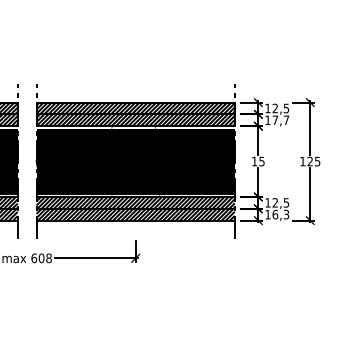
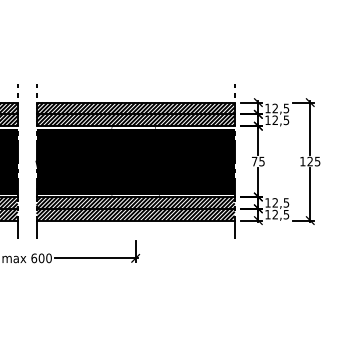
text at (280, 120): 17,7 -> 12,5
text at (254, 161): 15 -> 75
text at (280, 214): 16,3 -> 12,5
text at (48, 257): 608 -> 600
